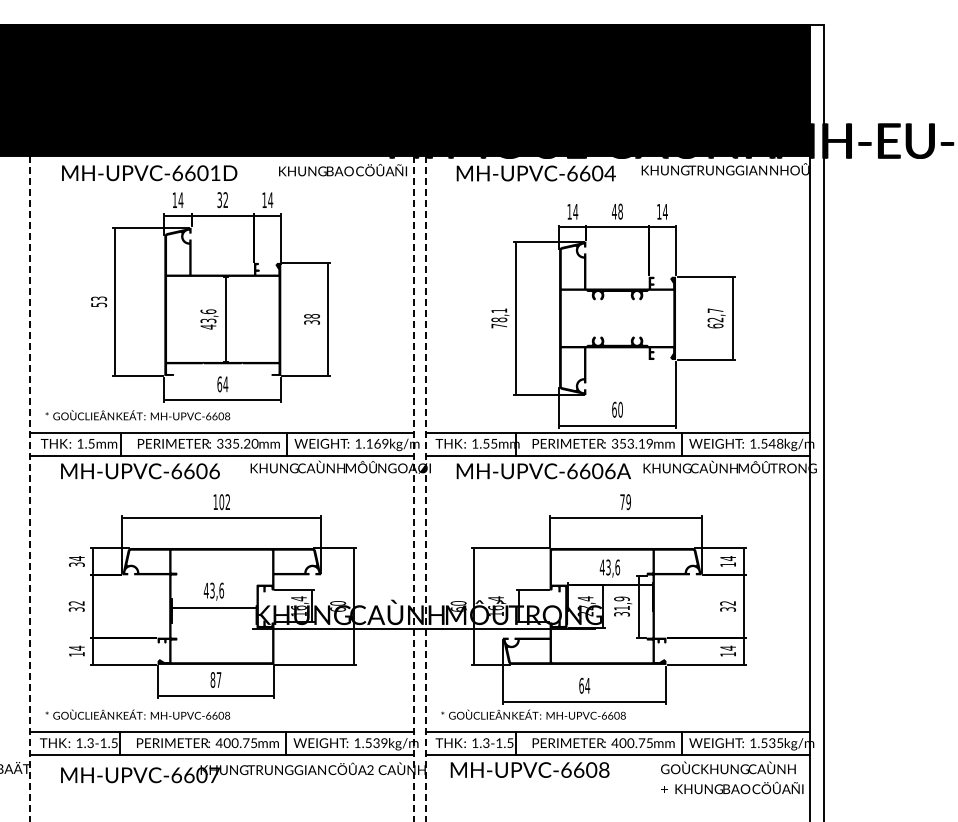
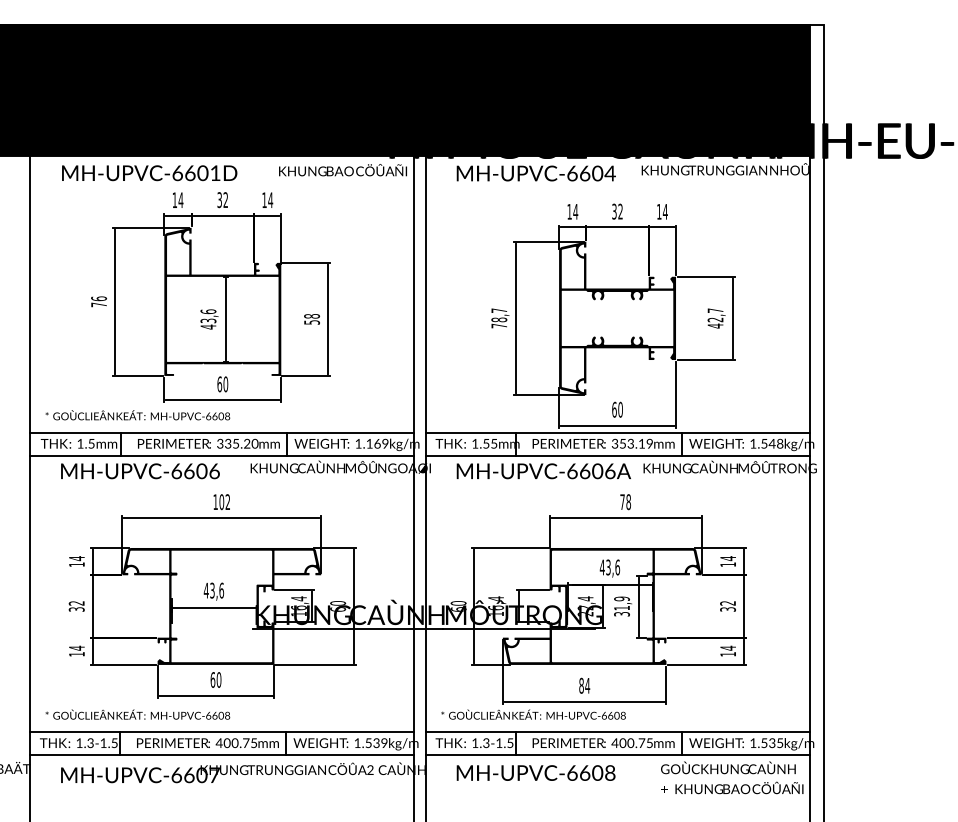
text at (617, 211): 48 -> 32
text at (99, 301): 53 -> 76
text at (499, 310): 78,1 -> 78,7
text at (311, 322): 38 -> 58
text at (715, 325): 62,7 -> 42,7
text at (225, 384): 64 -> 60
line at (29, 489): dashed -> solid
line at (413, 489): dashed -> solid
line at (425, 489): dashed -> solid
text at (628, 502): 79 -> 78
text at (76, 564): 34 -> 14
text at (215, 679): 87 -> 60
text at (581, 685): 64 -> 84
text at (529, 769) position: (529, 769) -> (535, 772)
